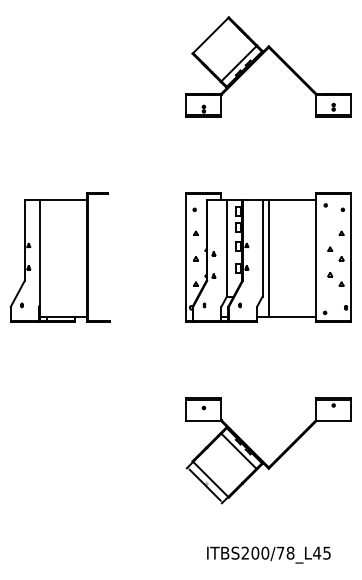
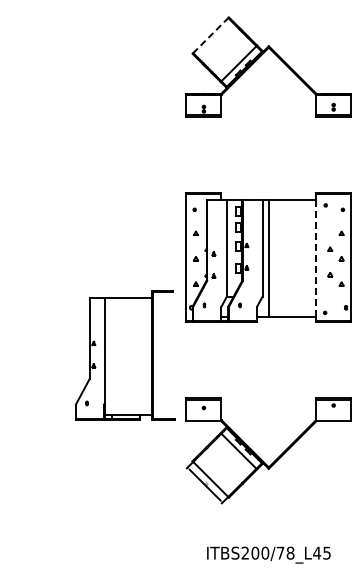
line at (210, 35): solid -> dashed
part at (59, 257) position: (59, 257) -> (124, 355)
line at (316, 258): solid -> dashed
